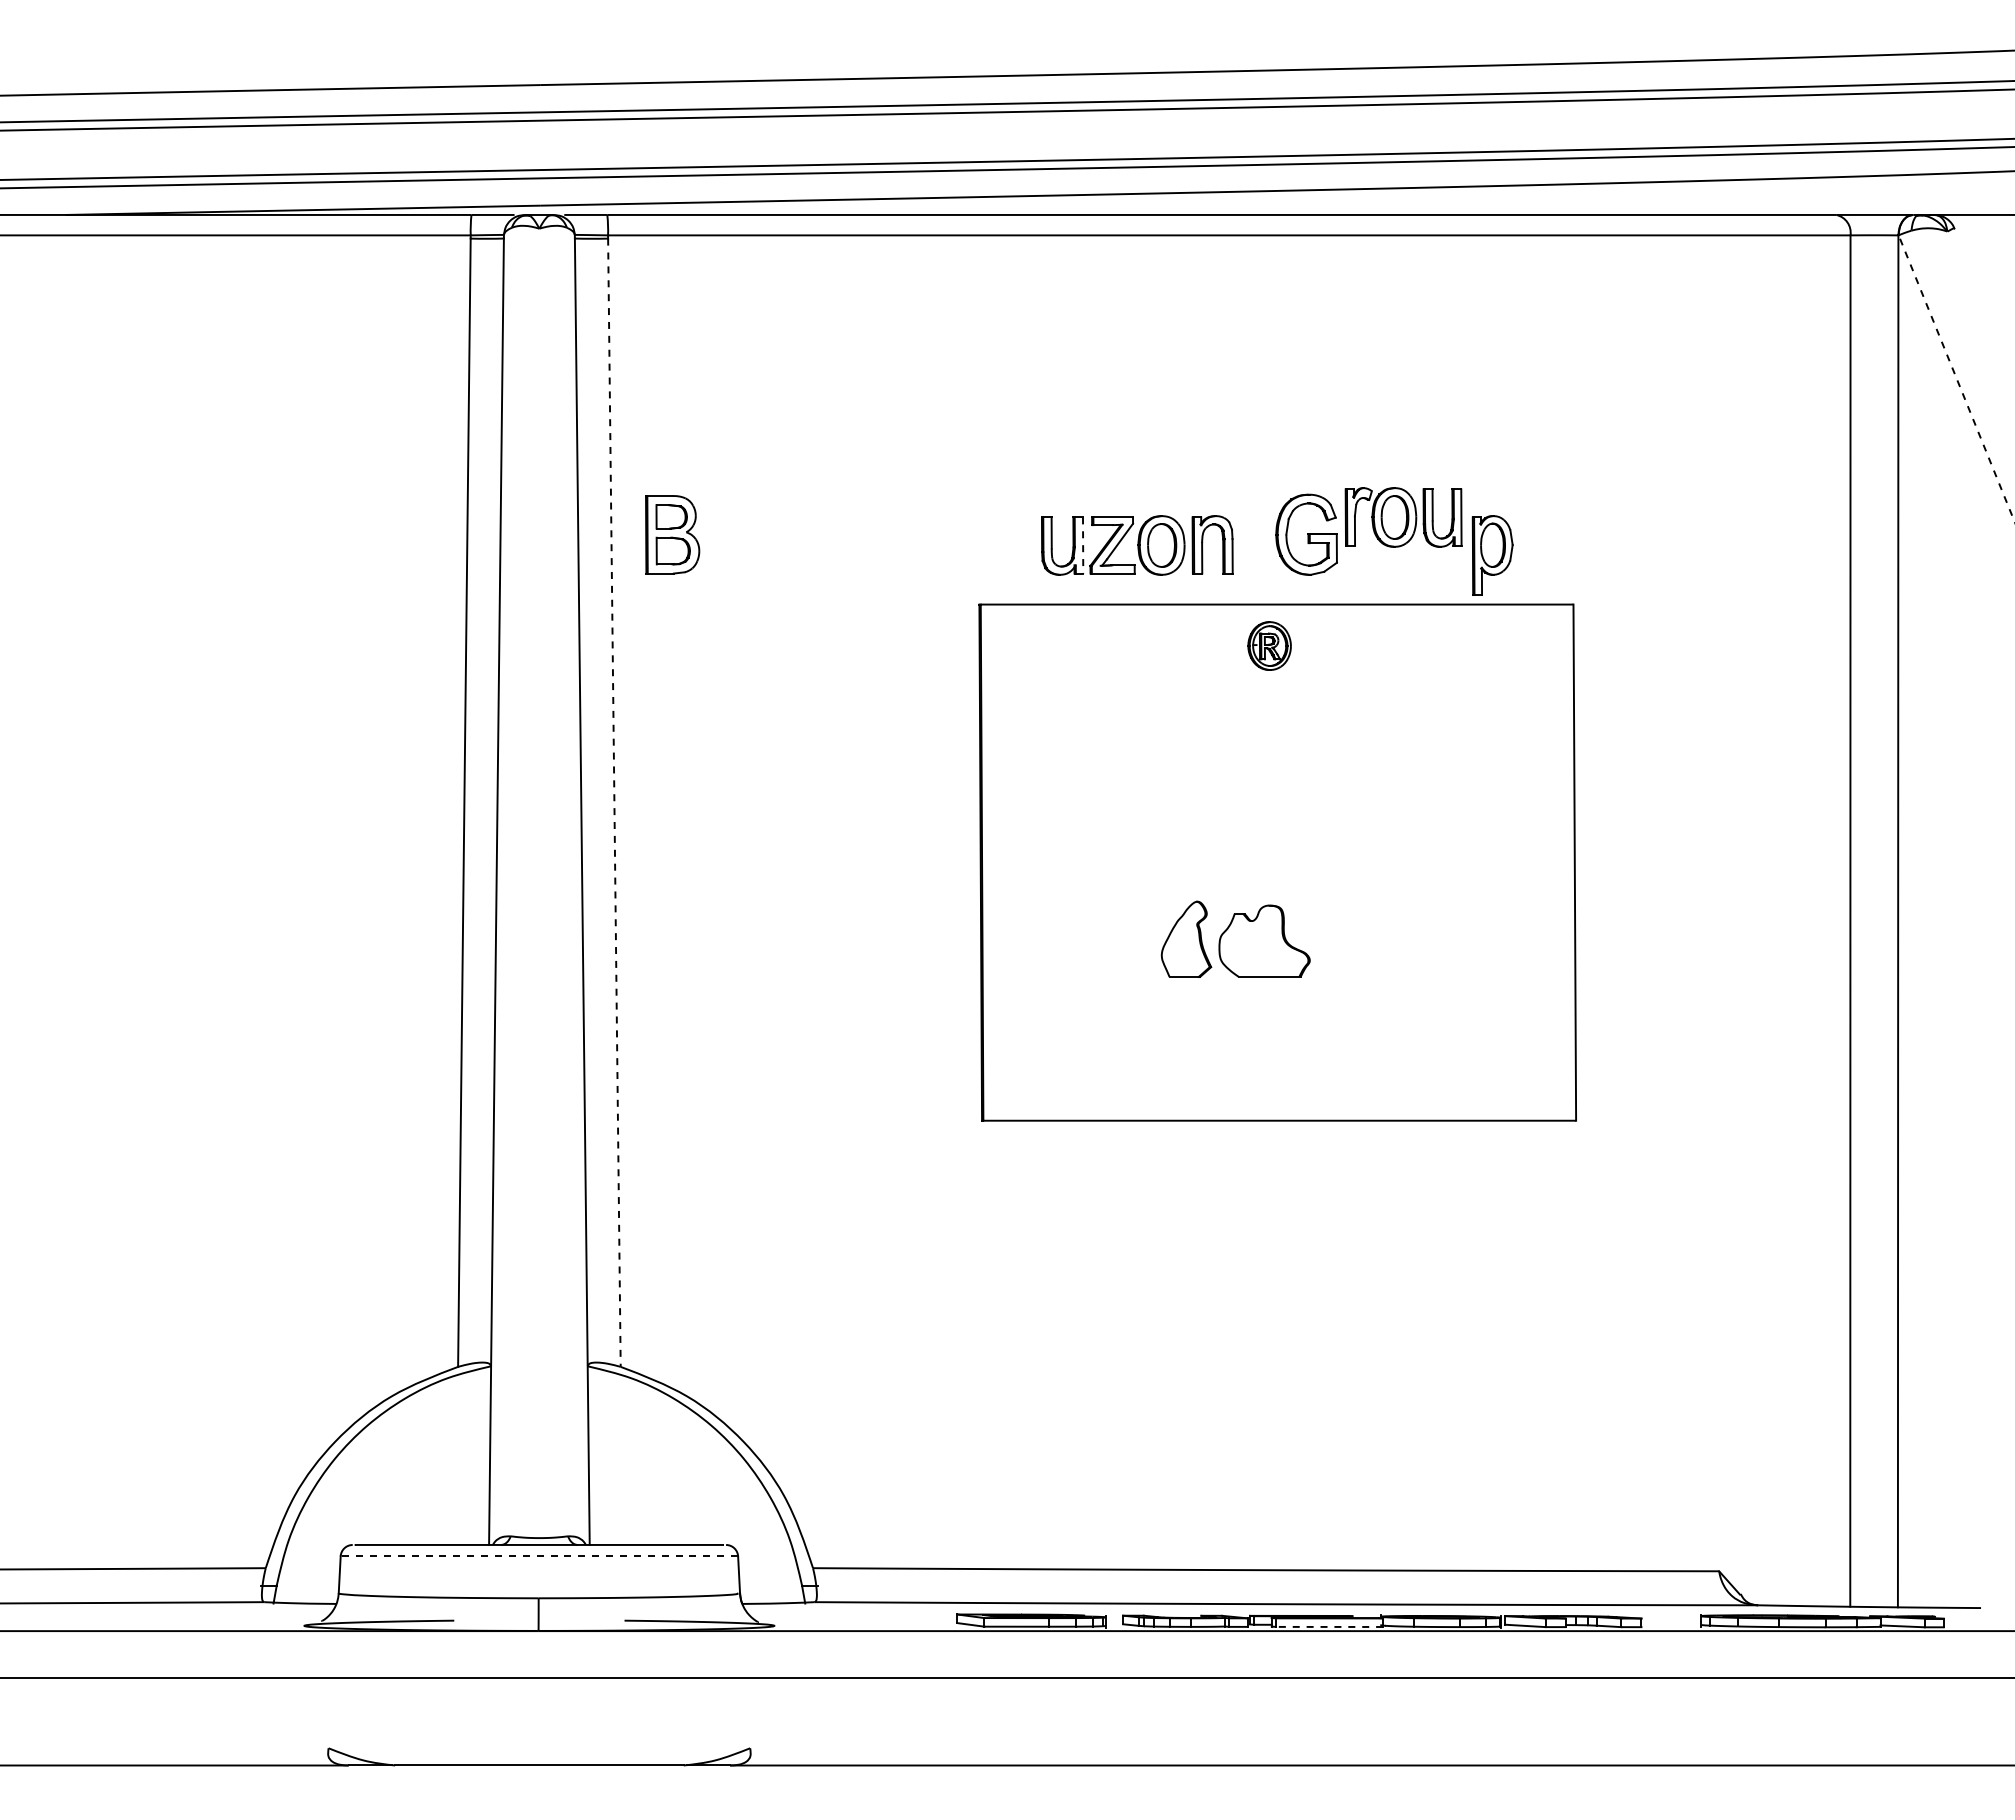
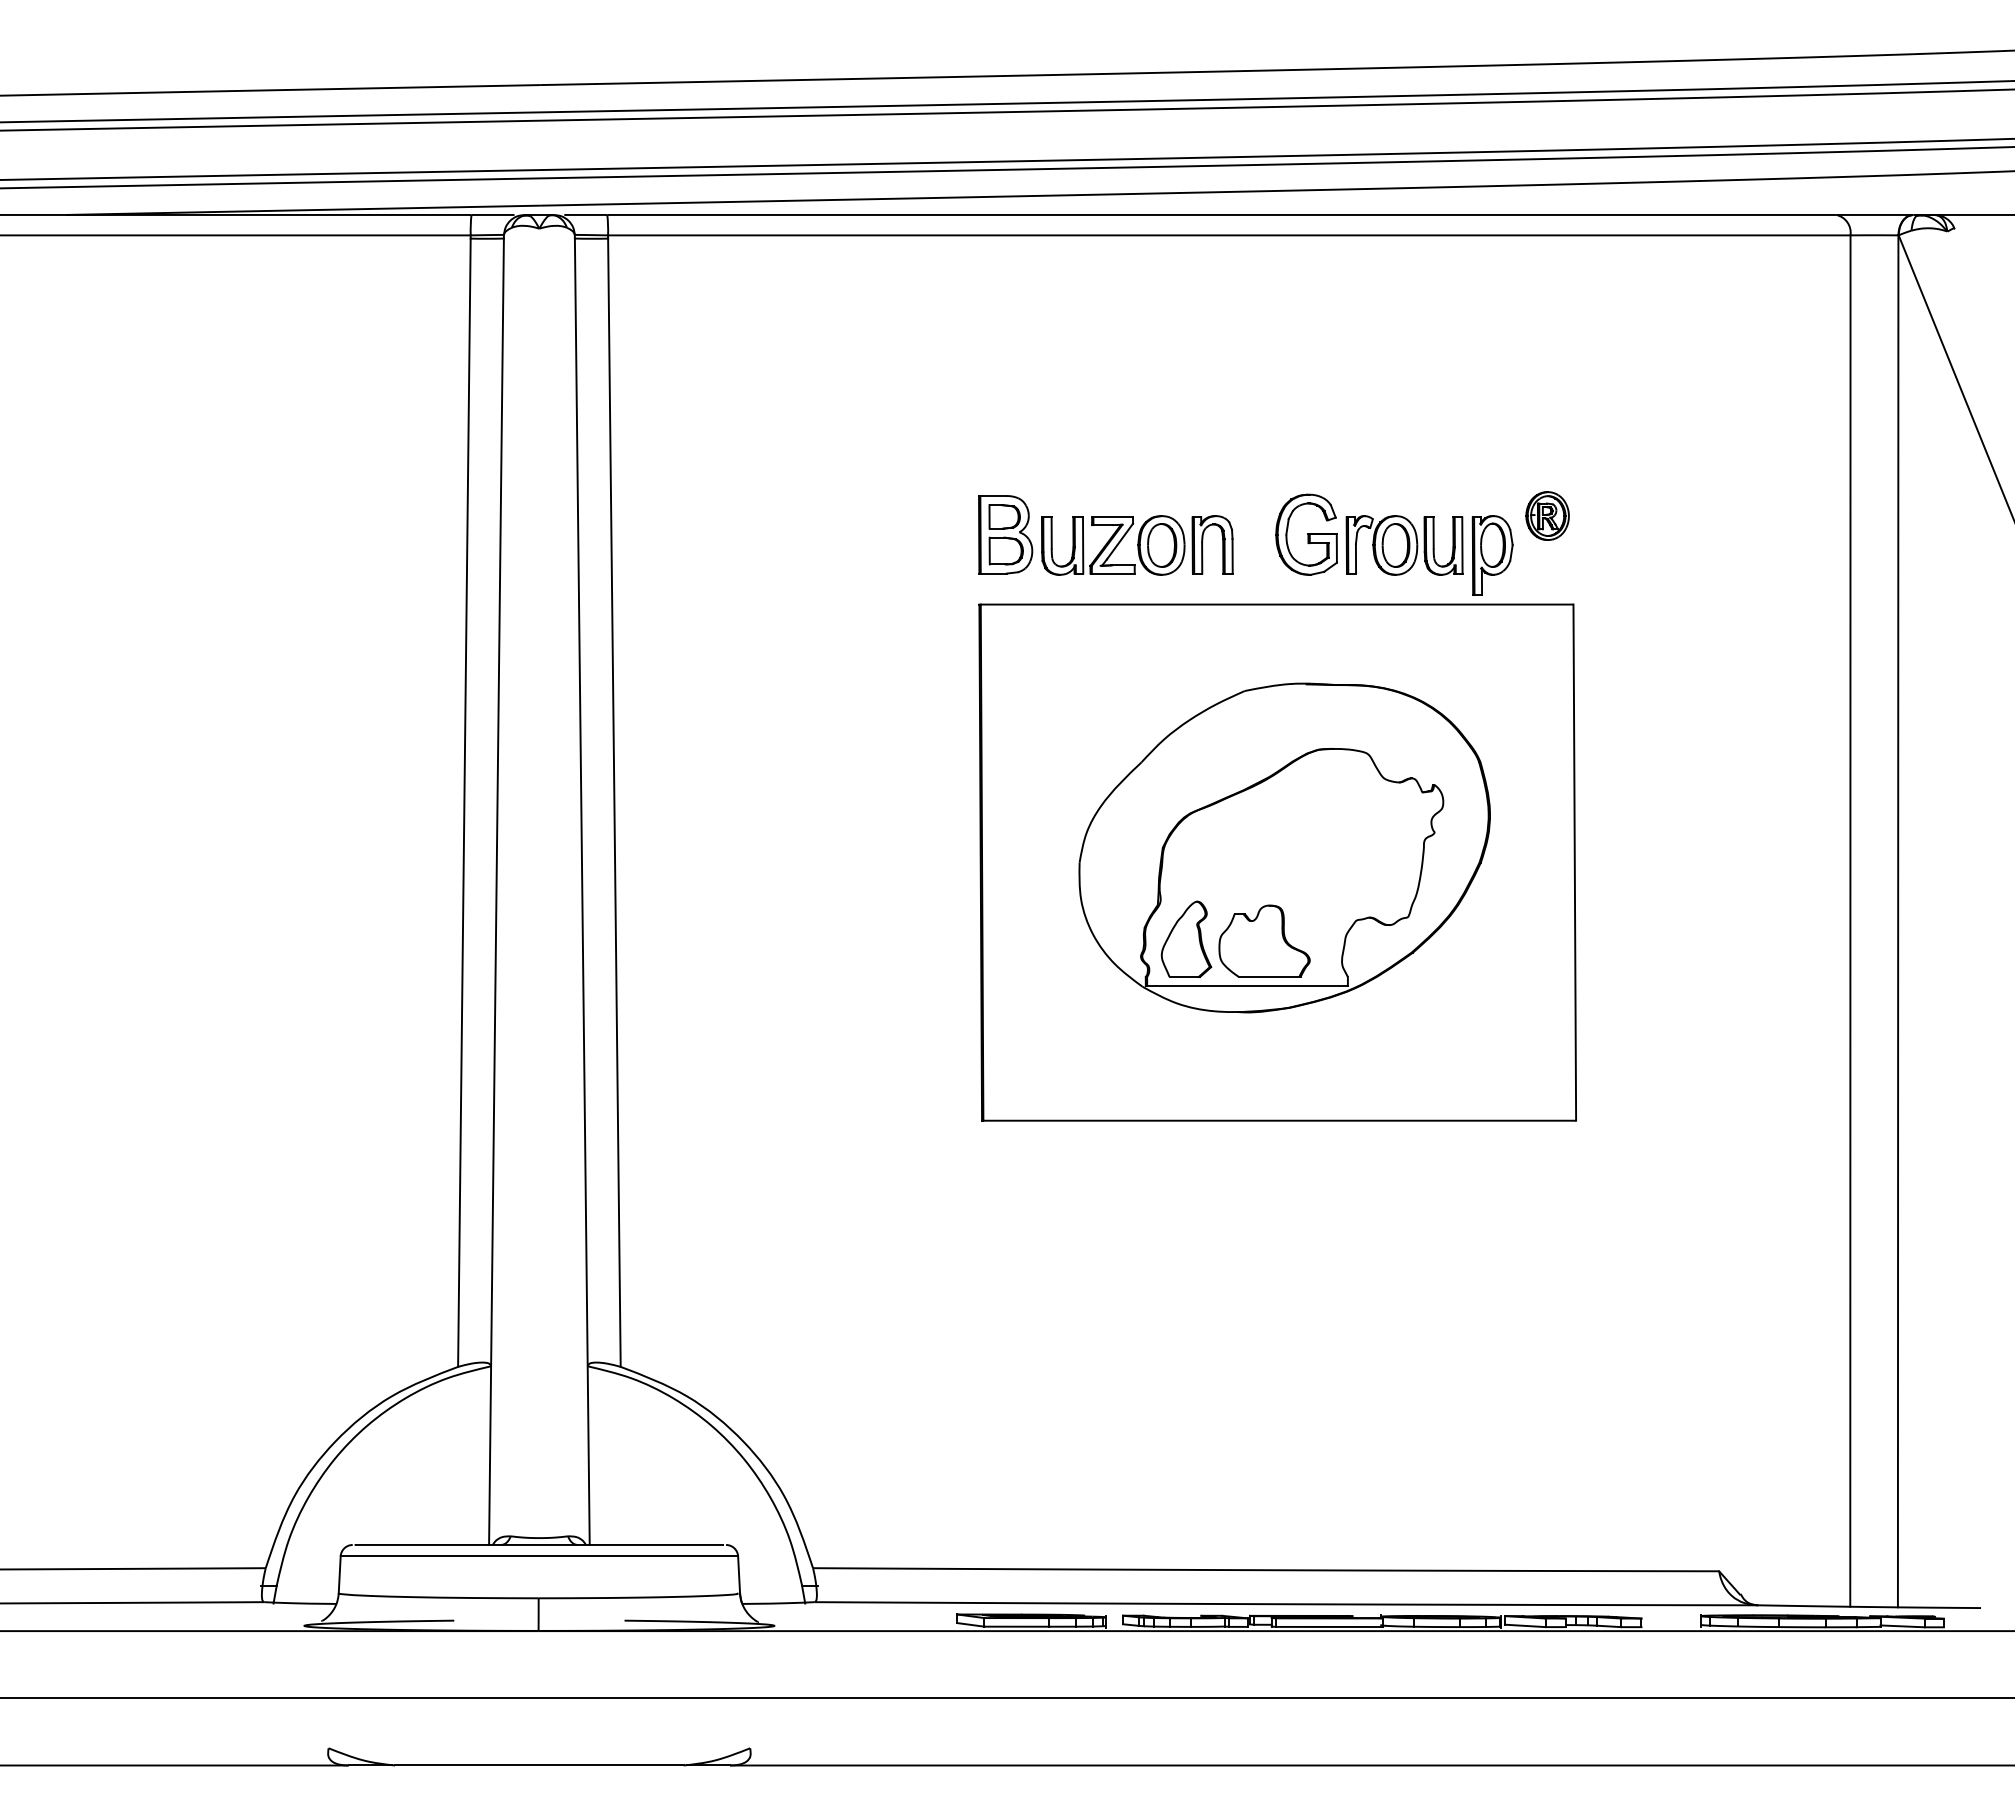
line at (1956, 378): dashed -> solid
part at (1403, 517) position: (1403, 517) -> (1404, 545)
part at (672, 534) position: (672, 534) -> (1005, 534)
line at (1083, 545): dashed -> solid
part at (1269, 645) position: (1269, 645) -> (1547, 515)
line at (614, 803): dashed -> solid
part at (1284, 847): none -> present
line at (539, 1556): dashed -> solid
line at (1329, 1626): dashed -> solid
line at (1006, 1677) position: (1006, 1677) -> (1006, 1697)
